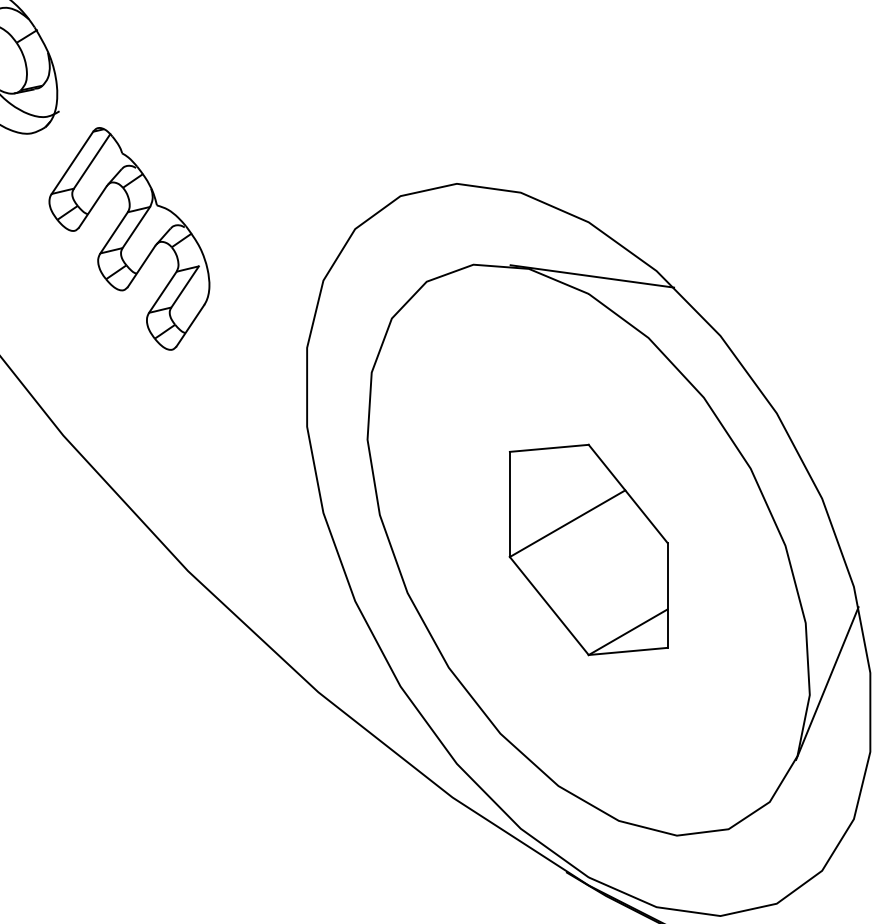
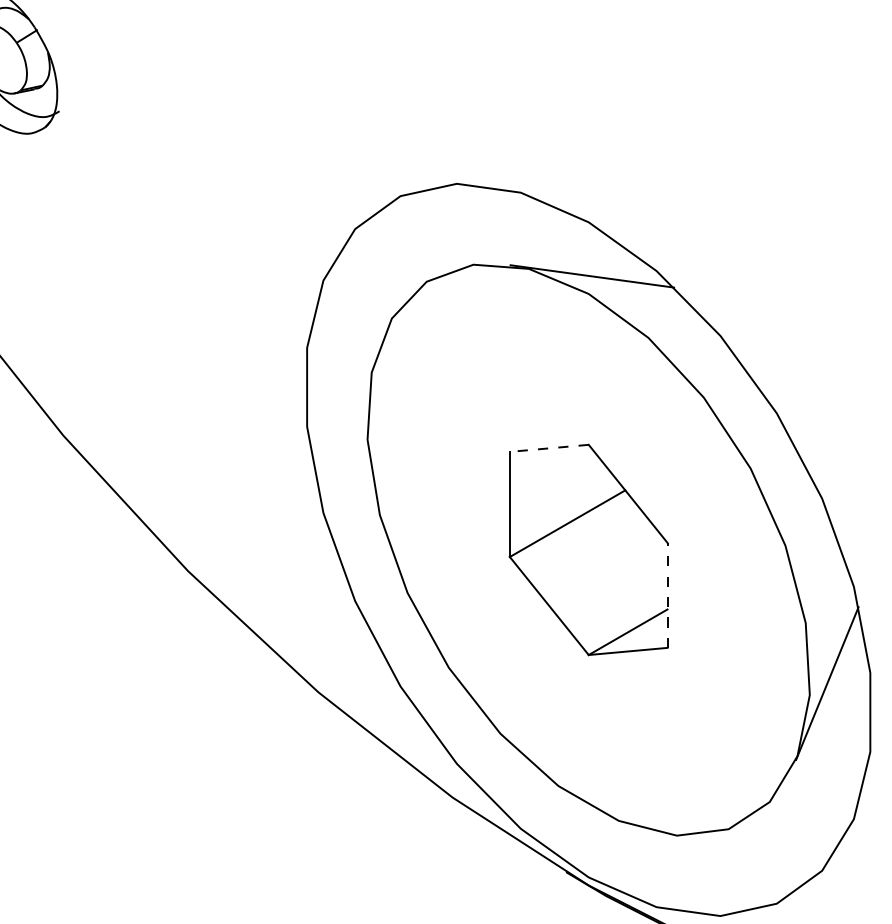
part at (129, 238): present -> none
line at (549, 448): solid -> dashed
line at (667, 595): solid -> dashed
